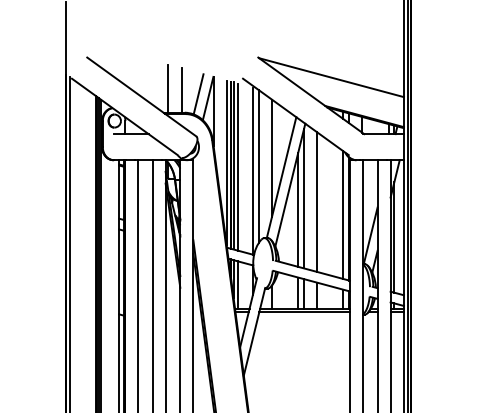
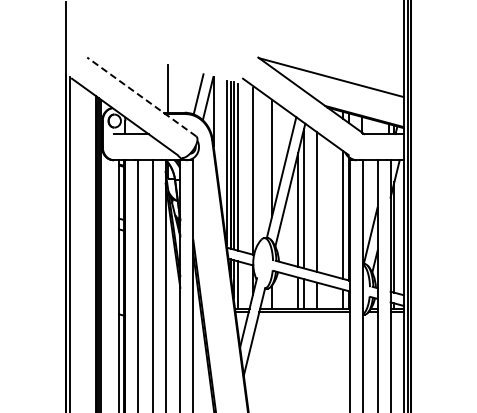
line at (181, 90): present -> none
line at (141, 96): solid -> dashed
line at (258, 166): present -> none
